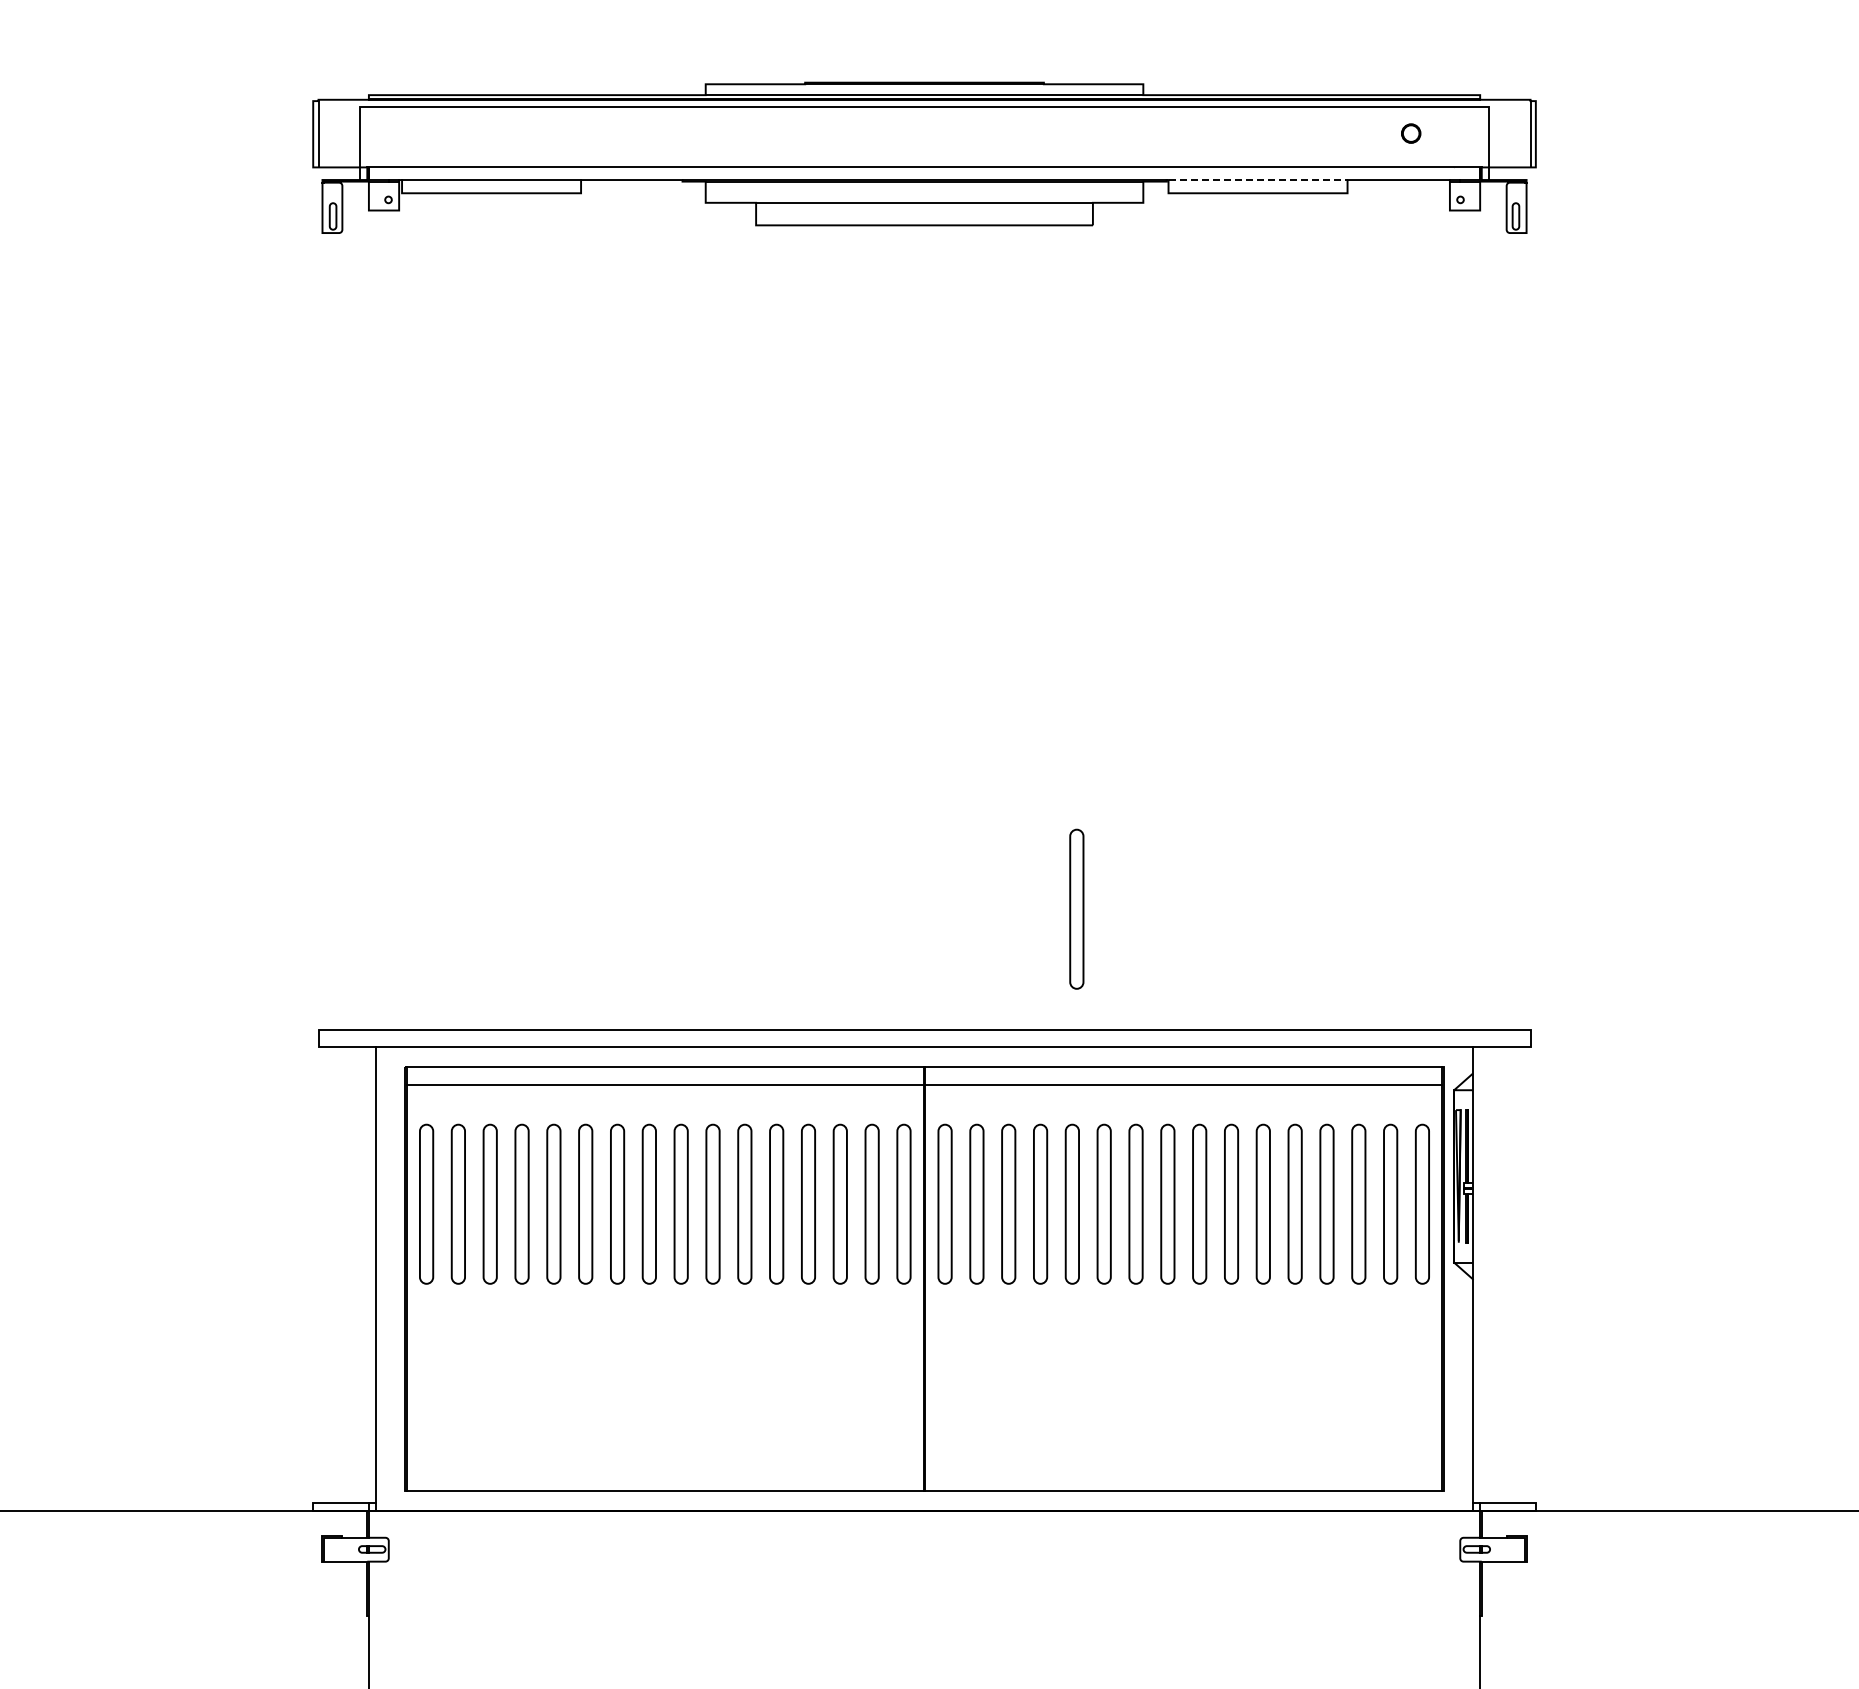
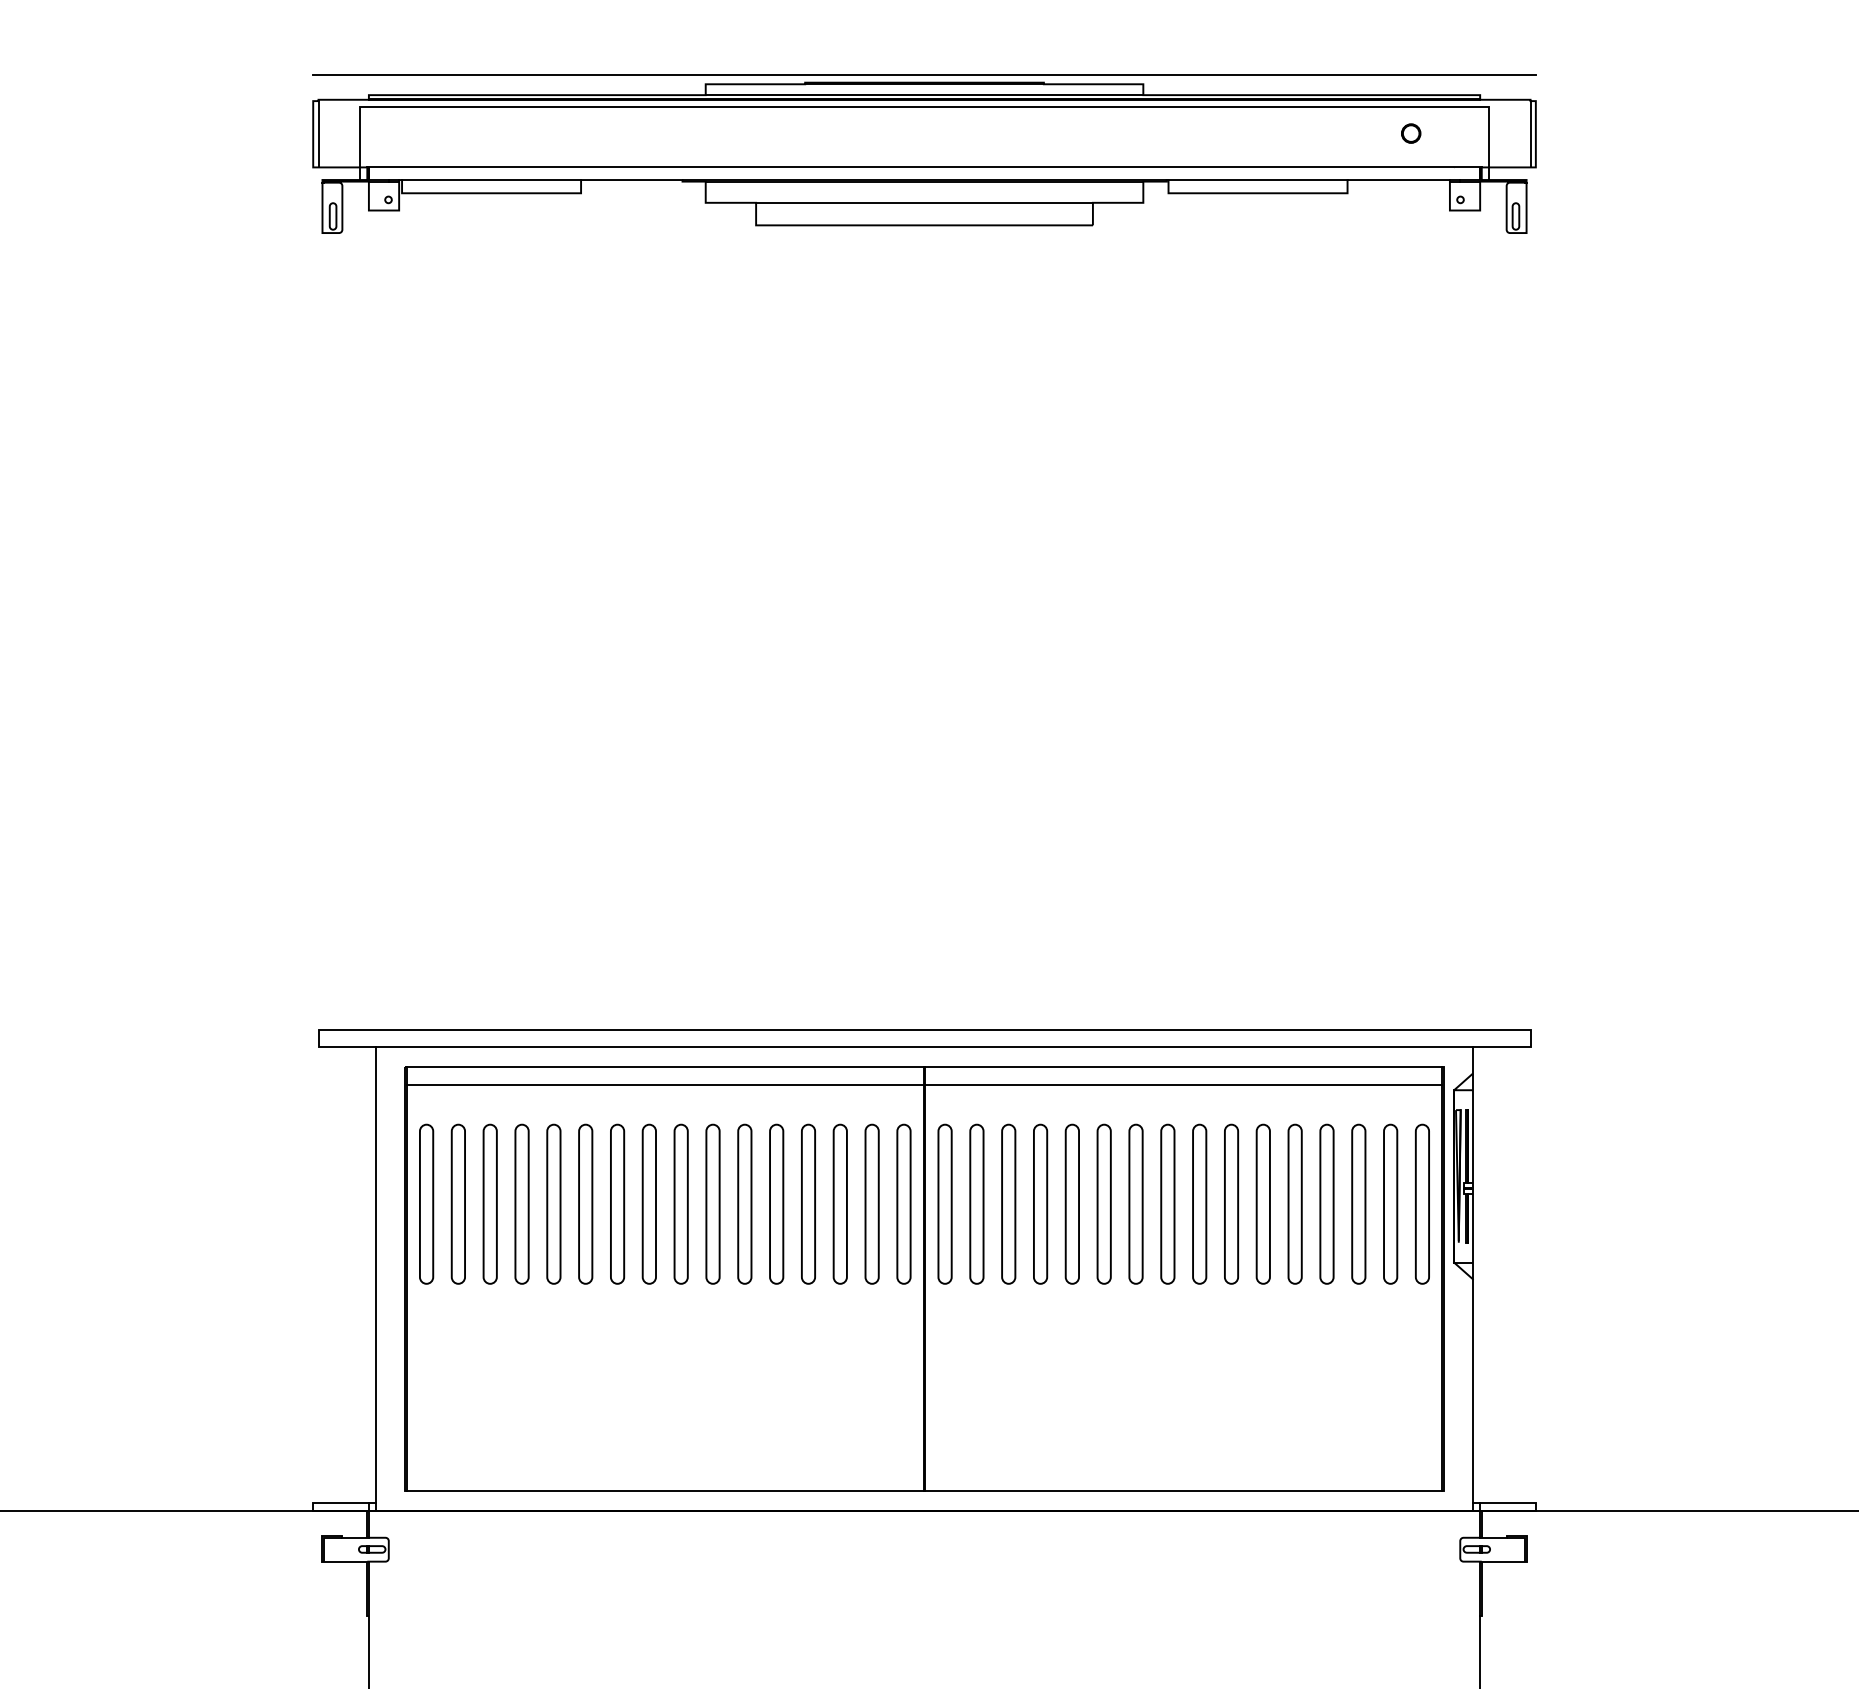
line at (924, 75): none -> present
line at (1258, 180): dashed -> solid
part at (1076, 908): present -> none
